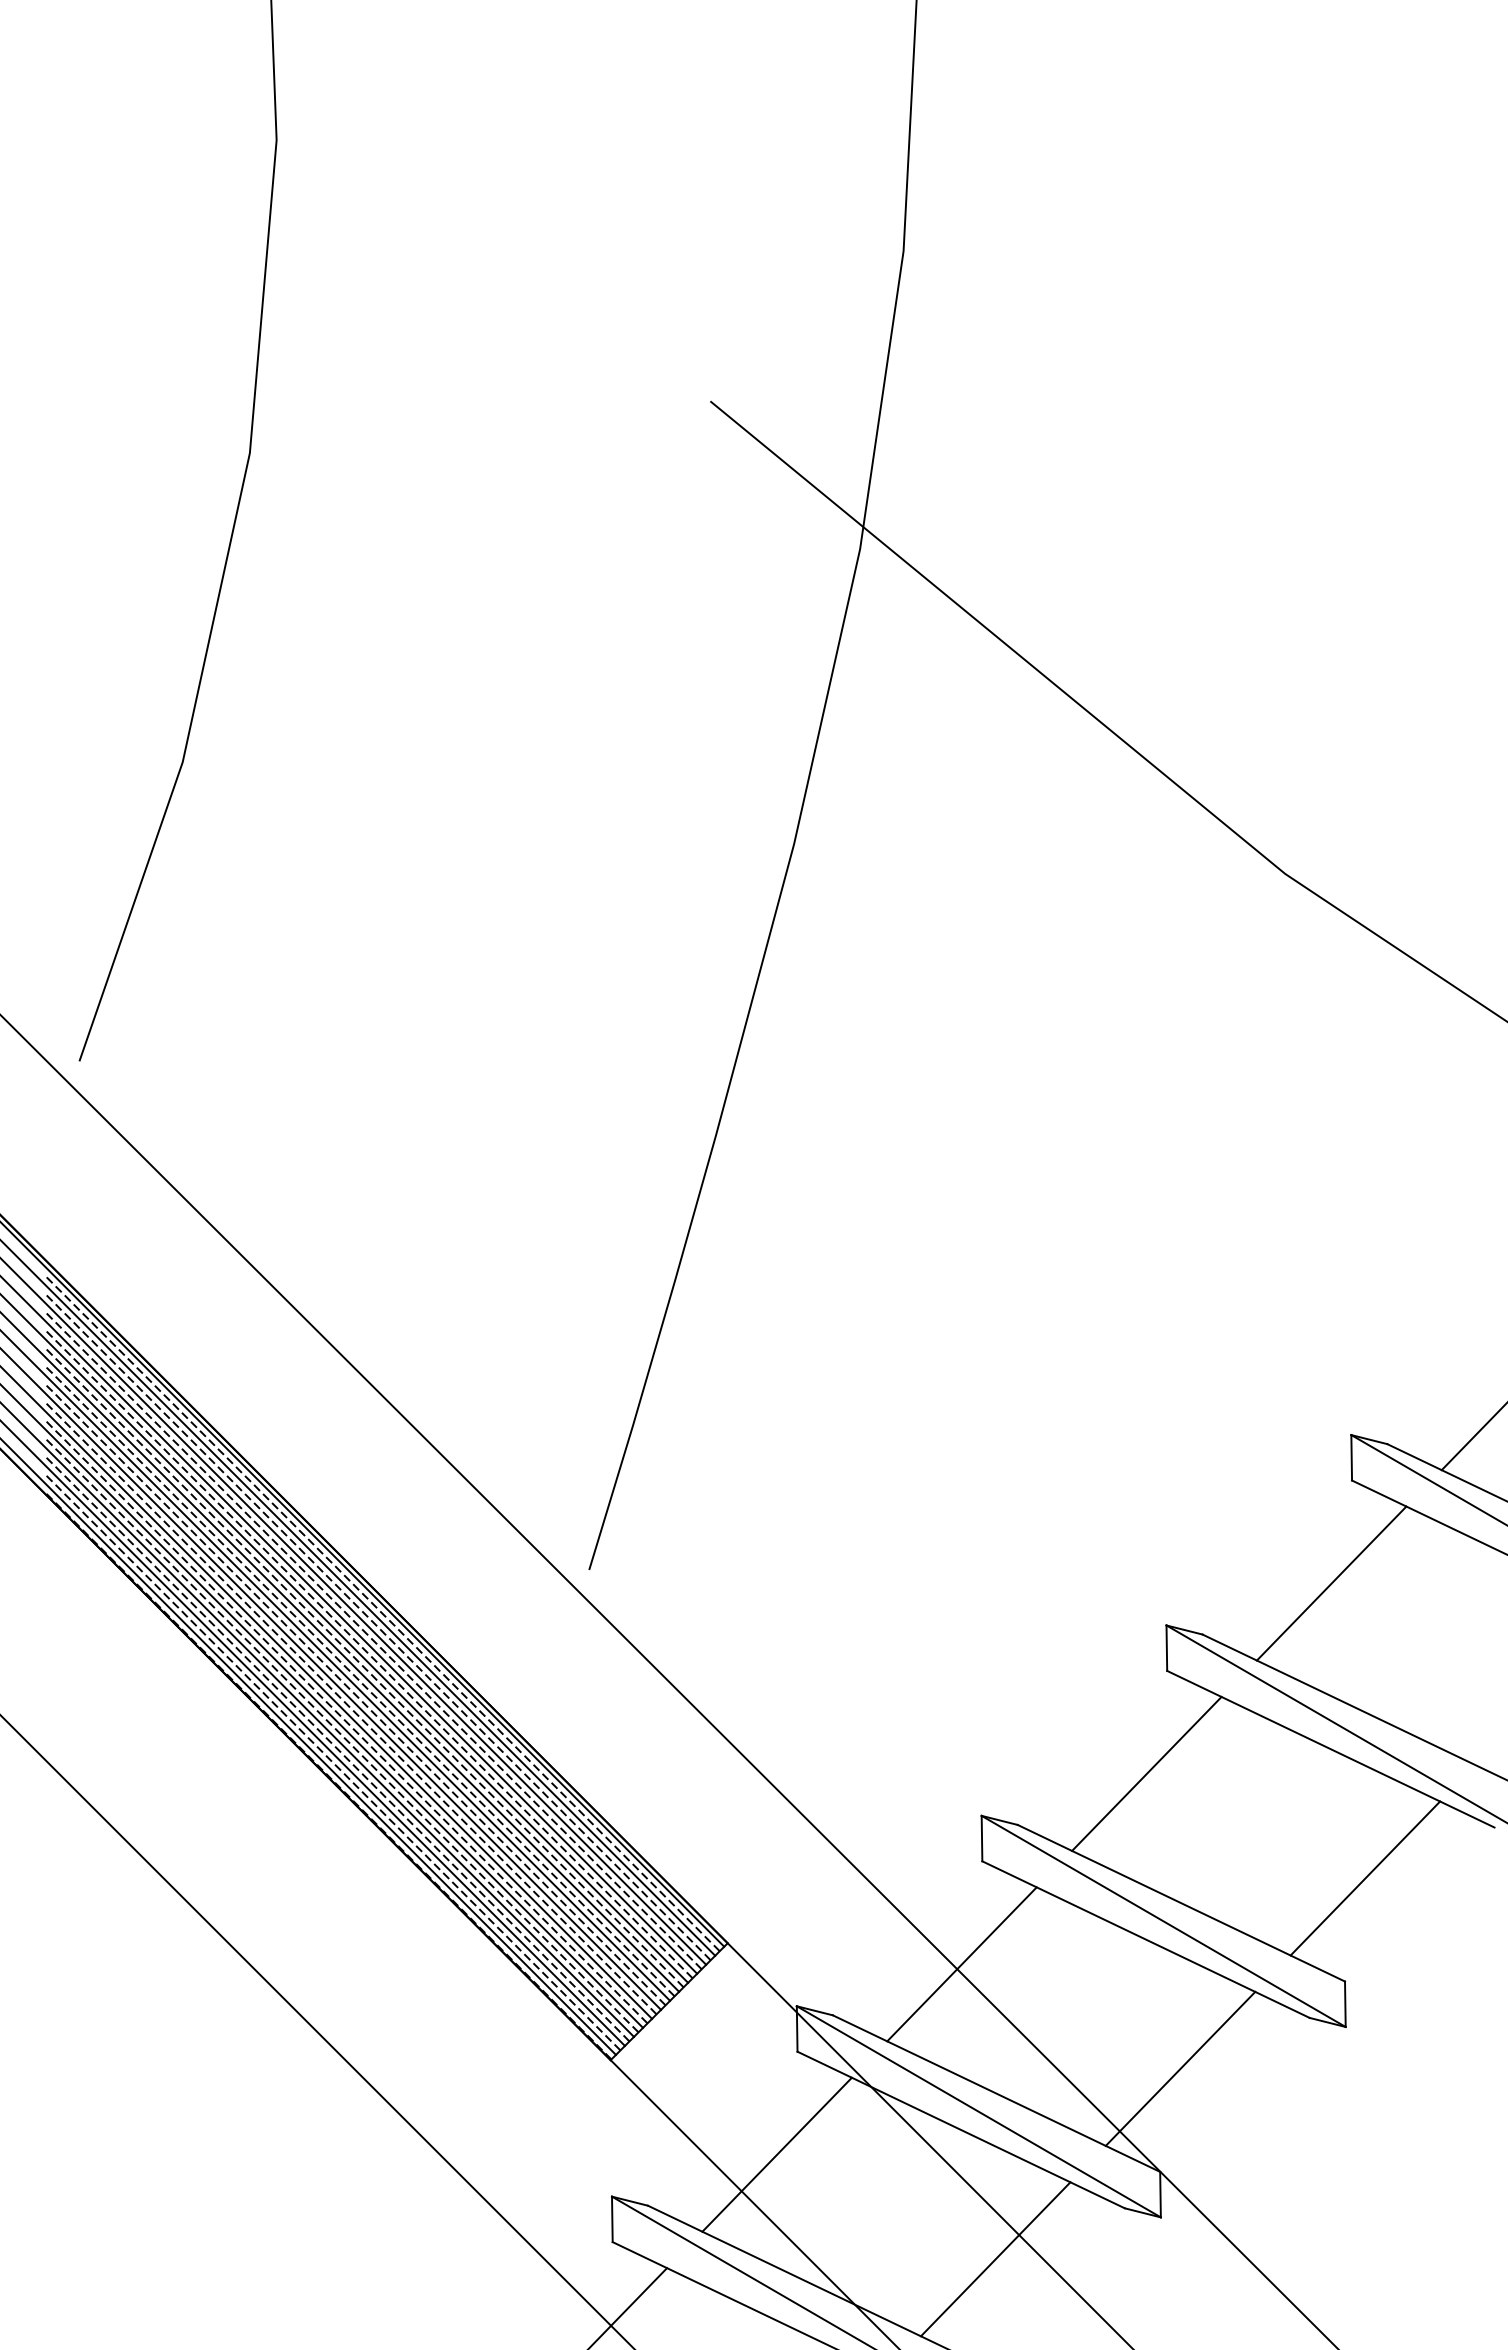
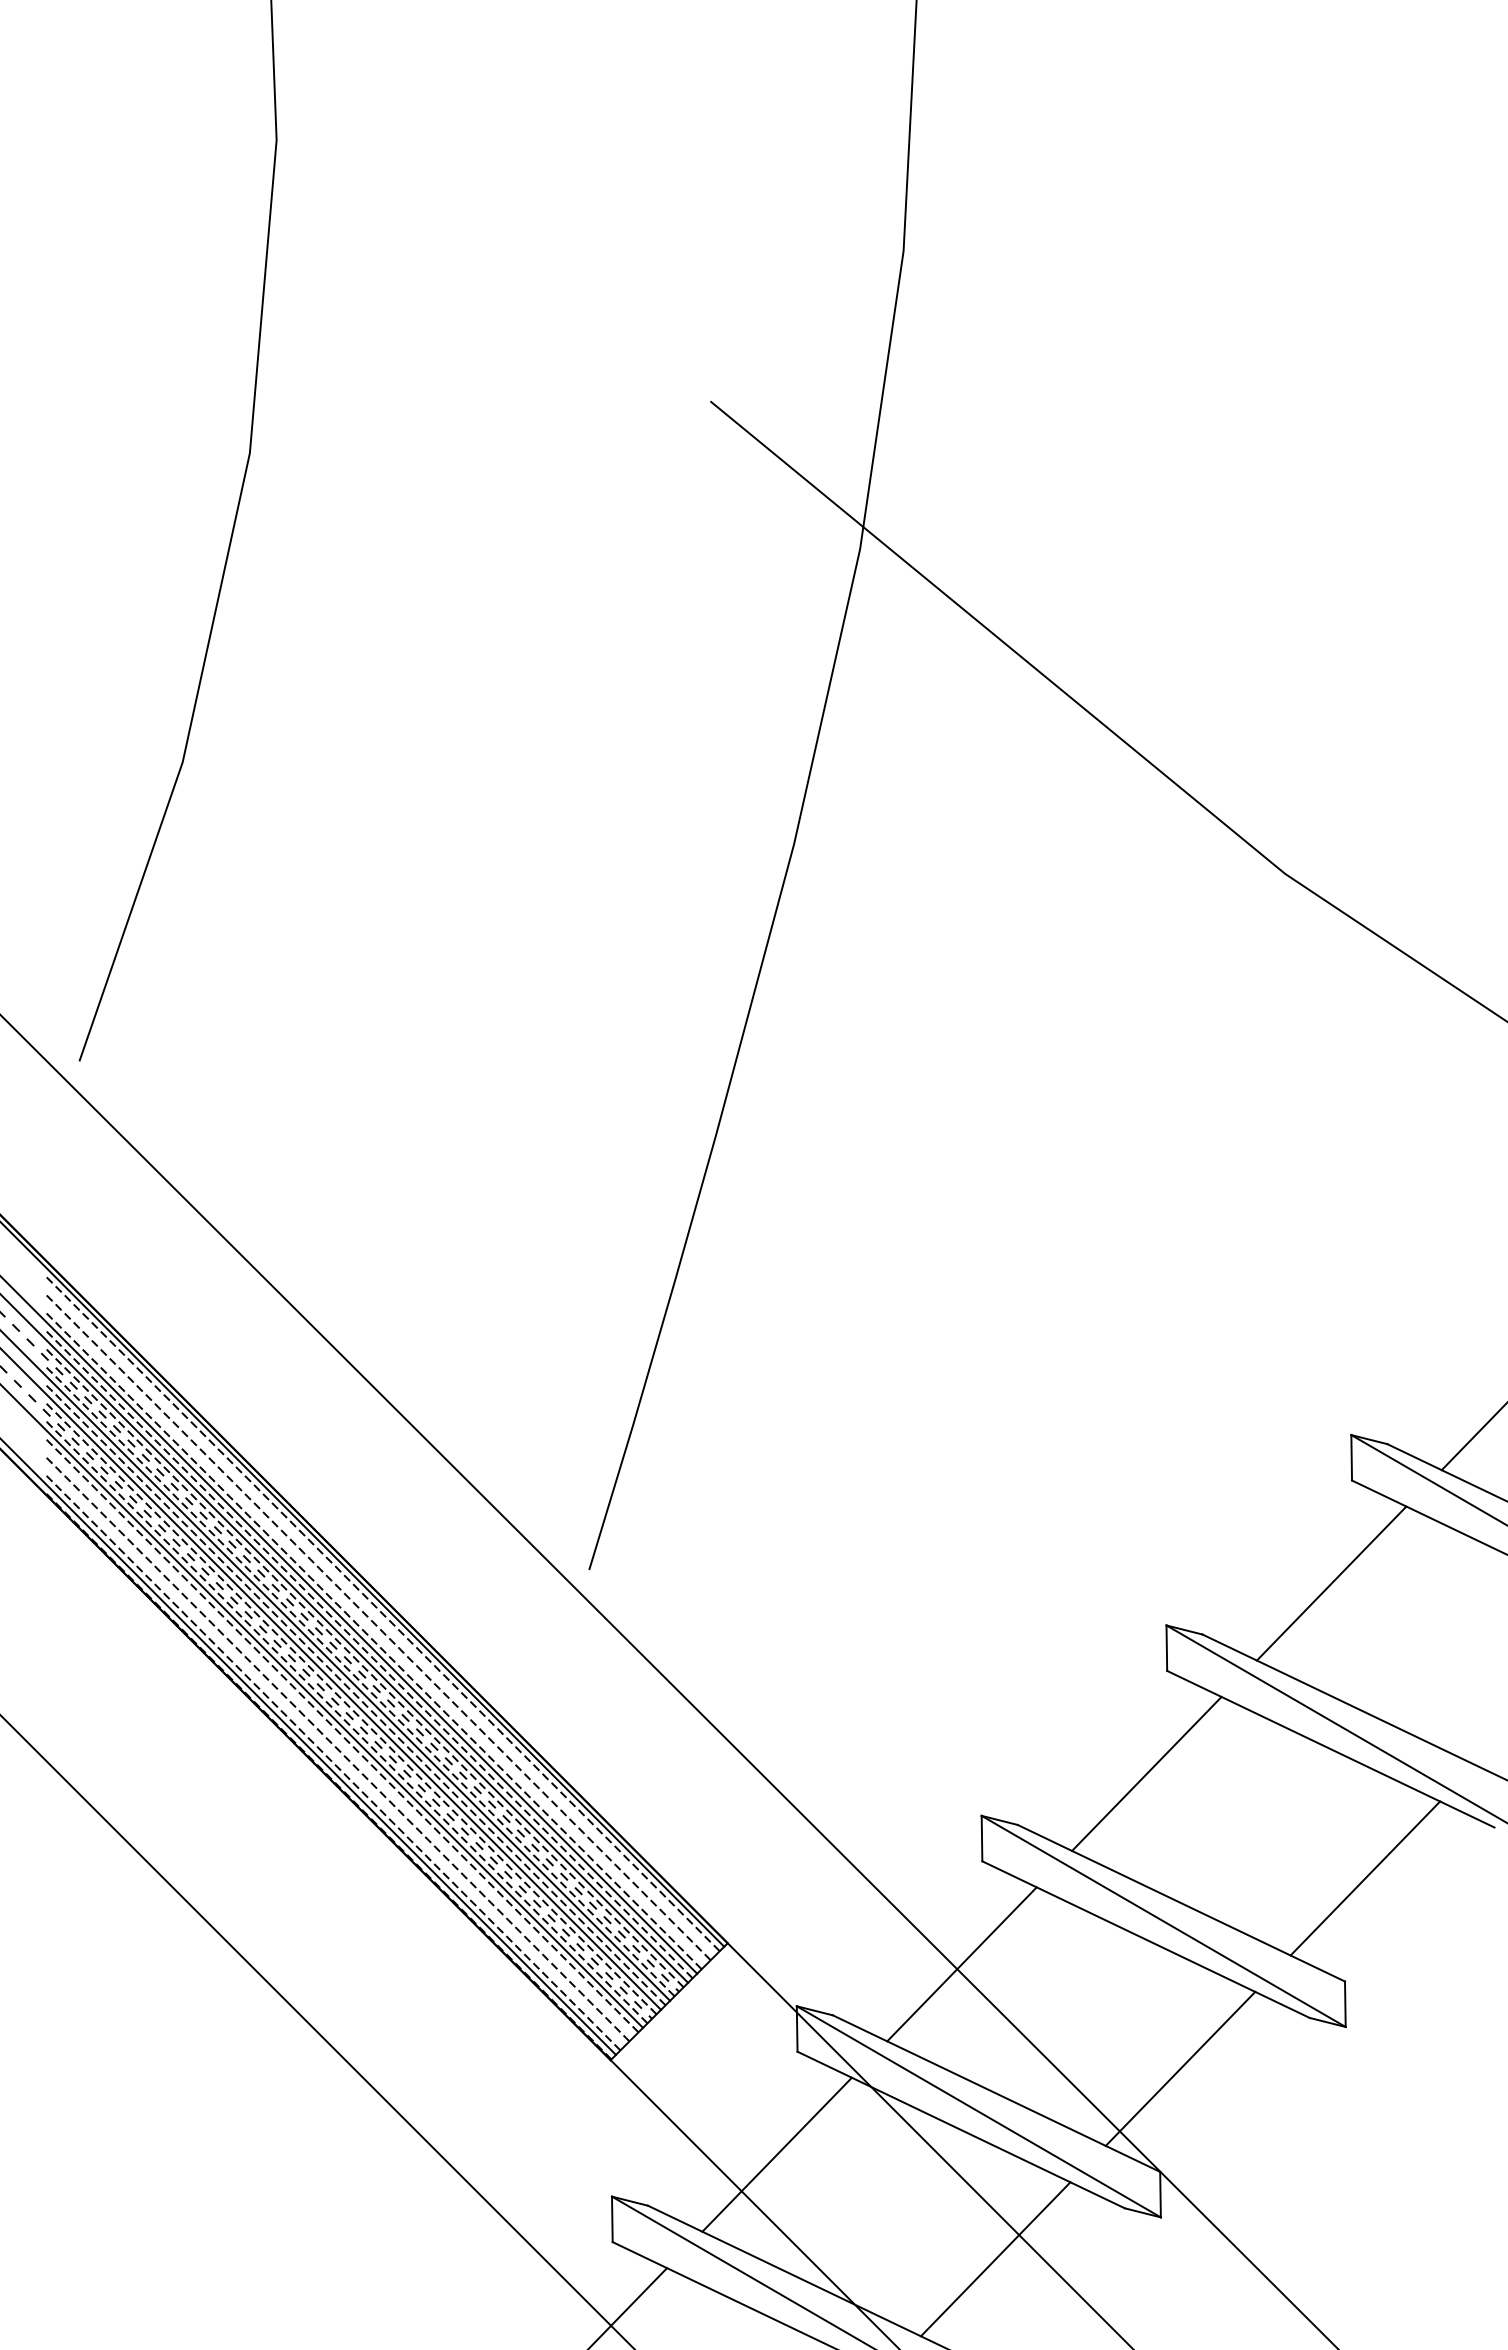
line at (358, 1598): present -> none
line at (354, 1611): present -> none
line at (339, 1652): solid -> dashed
line at (326, 1692): solid -> dashed
line at (318, 1720): present -> none
line at (313, 1733): present -> none
